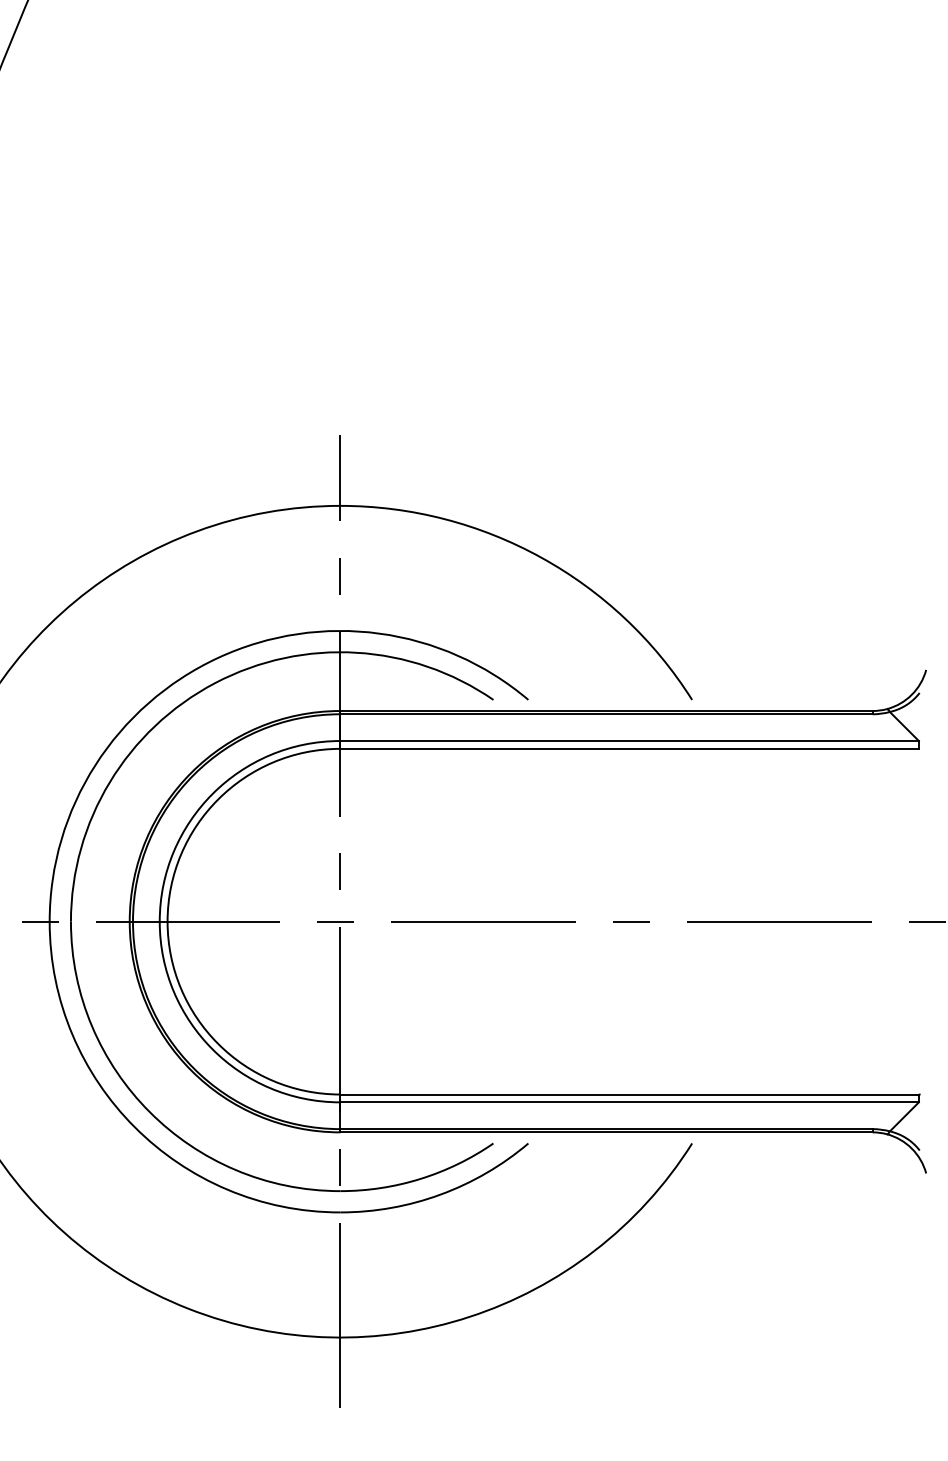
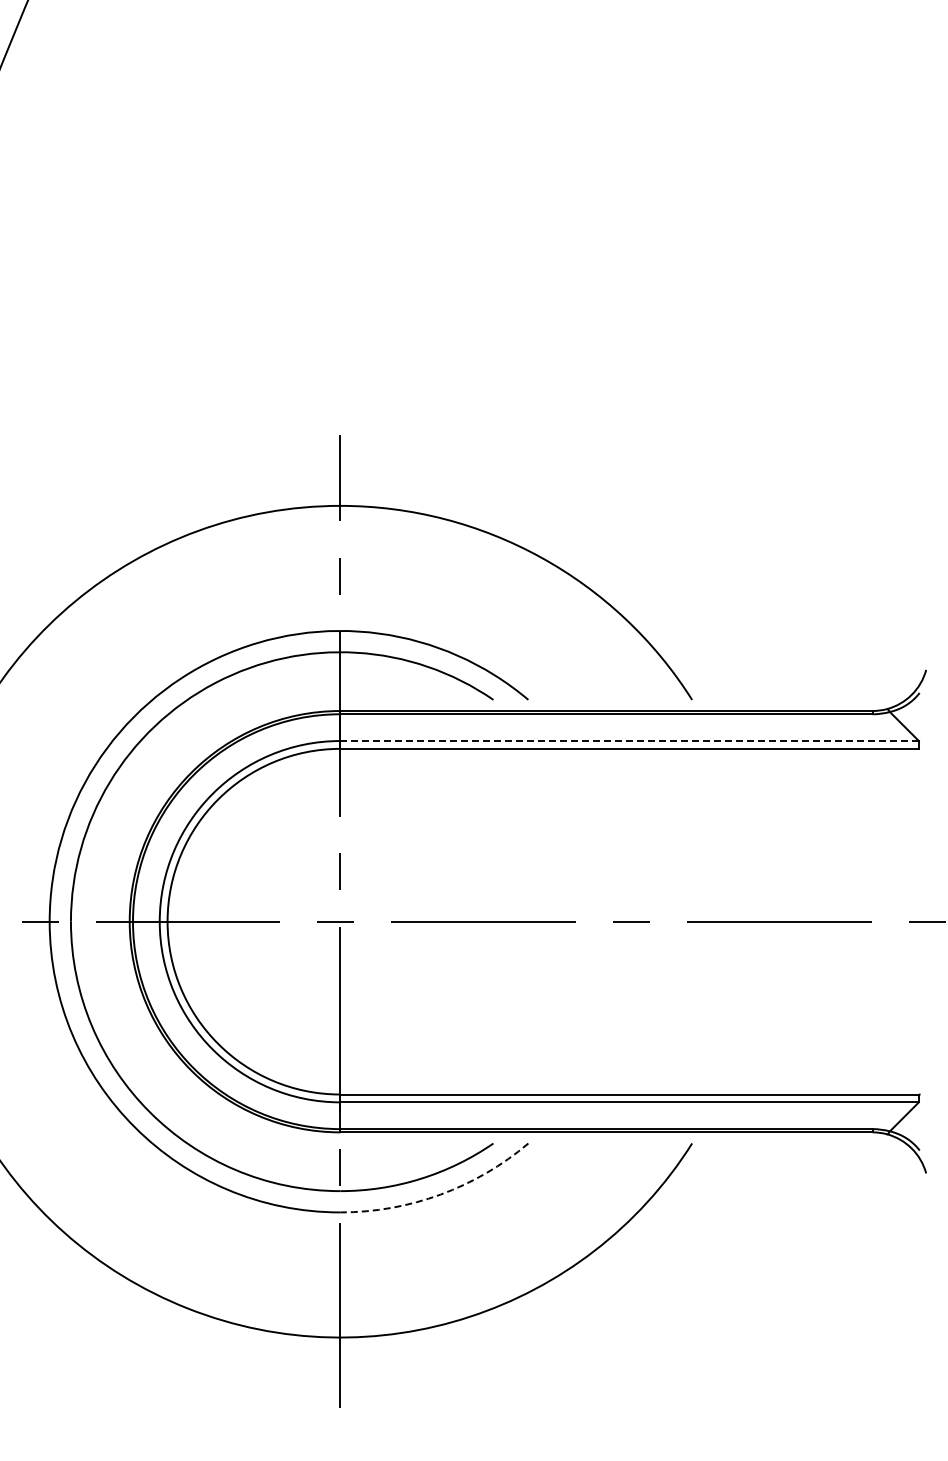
line at (630, 741): solid -> dashed
arc at (440, 1194): solid -> dashed
